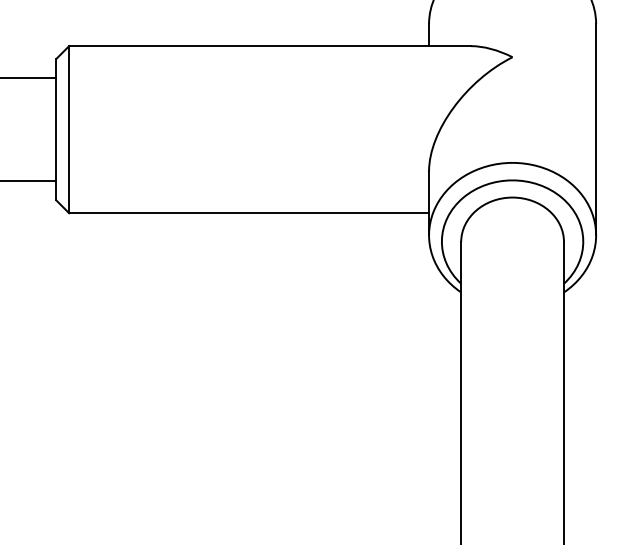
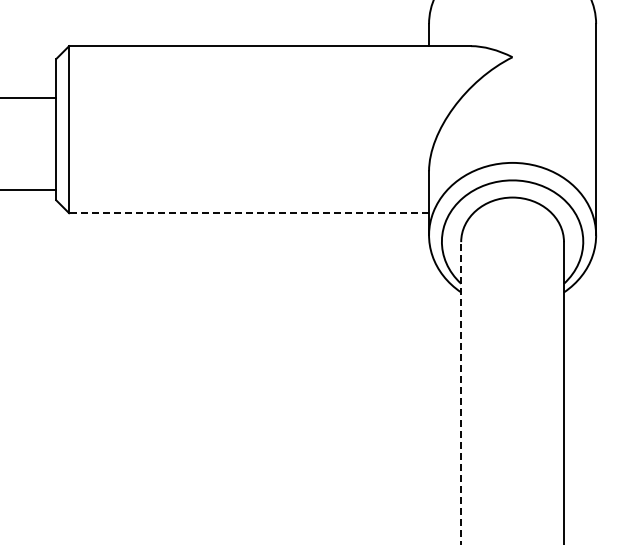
line at (29, 78) position: (29, 78) -> (29, 98)
line at (29, 181) position: (29, 181) -> (29, 190)
line at (249, 213): solid -> dashed
line at (461, 392): solid -> dashed
